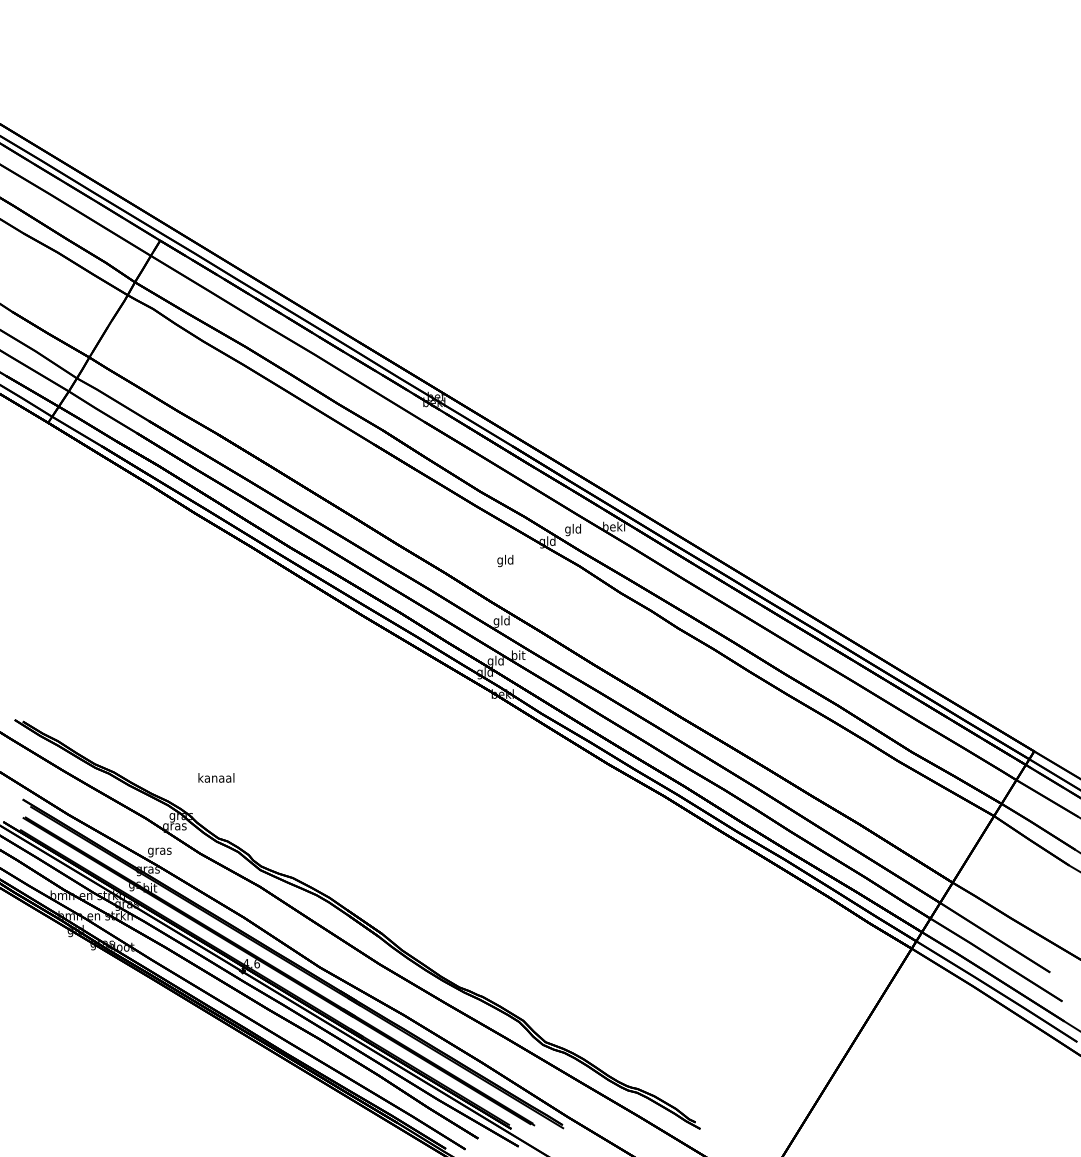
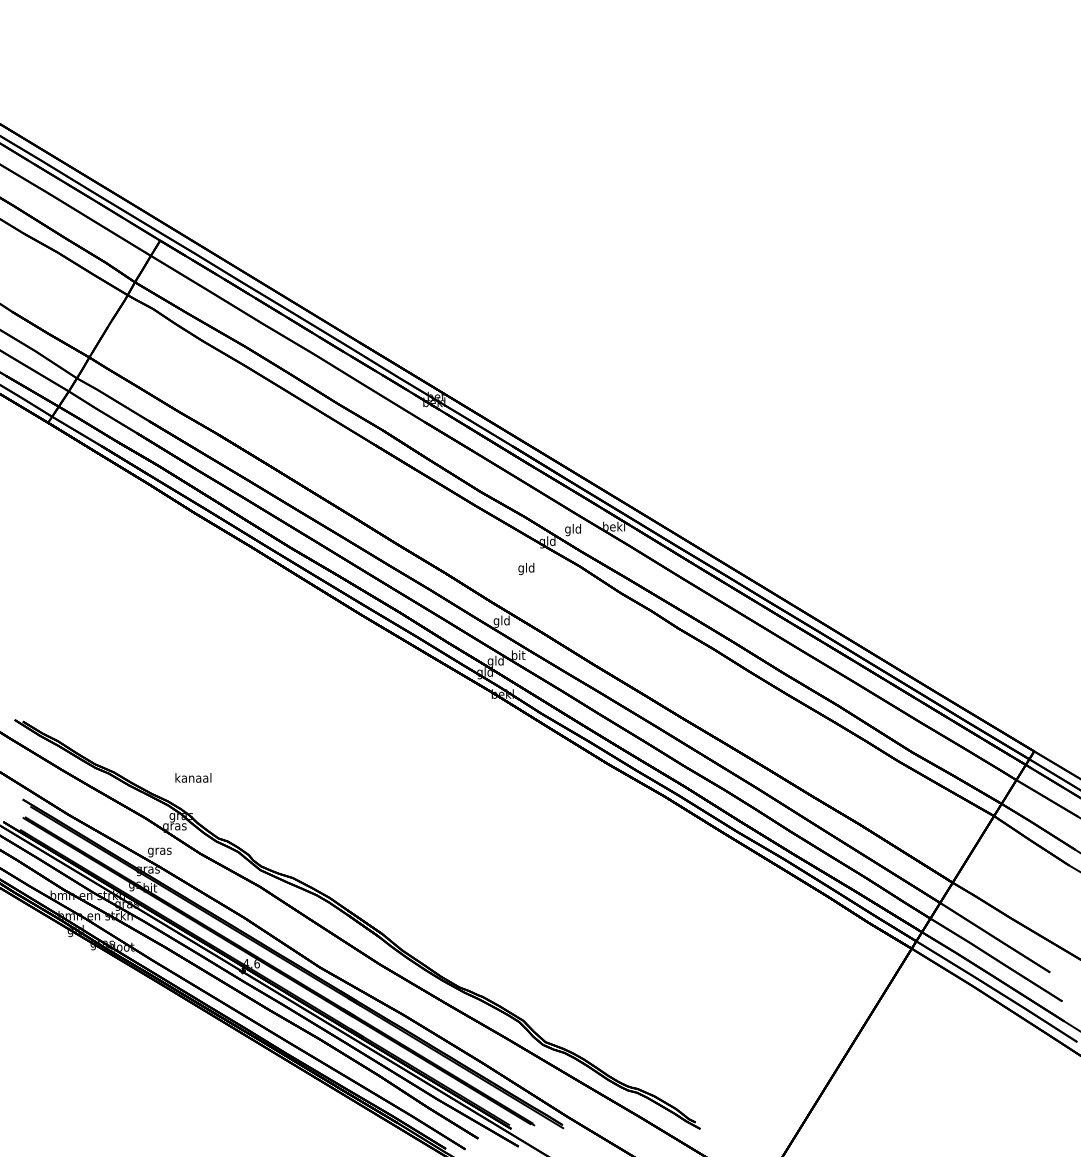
text at (505, 560) position: (505, 560) -> (526, 568)
text at (216, 777) position: (216, 777) -> (193, 777)
